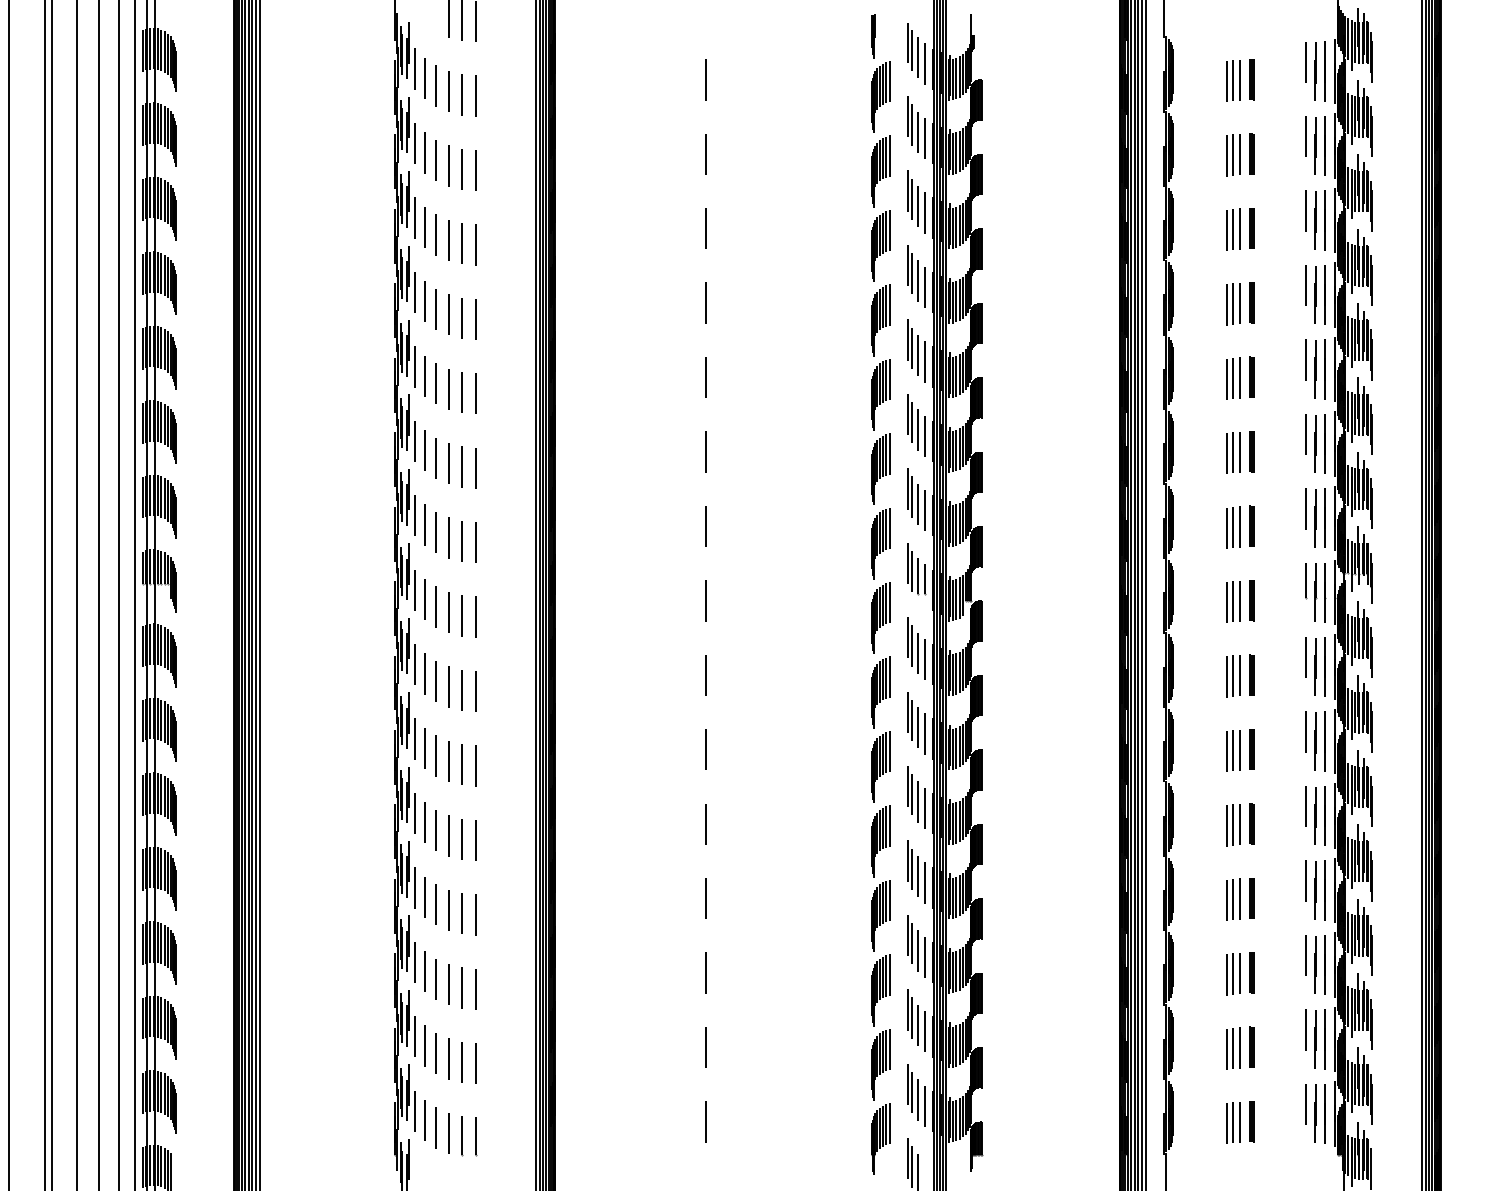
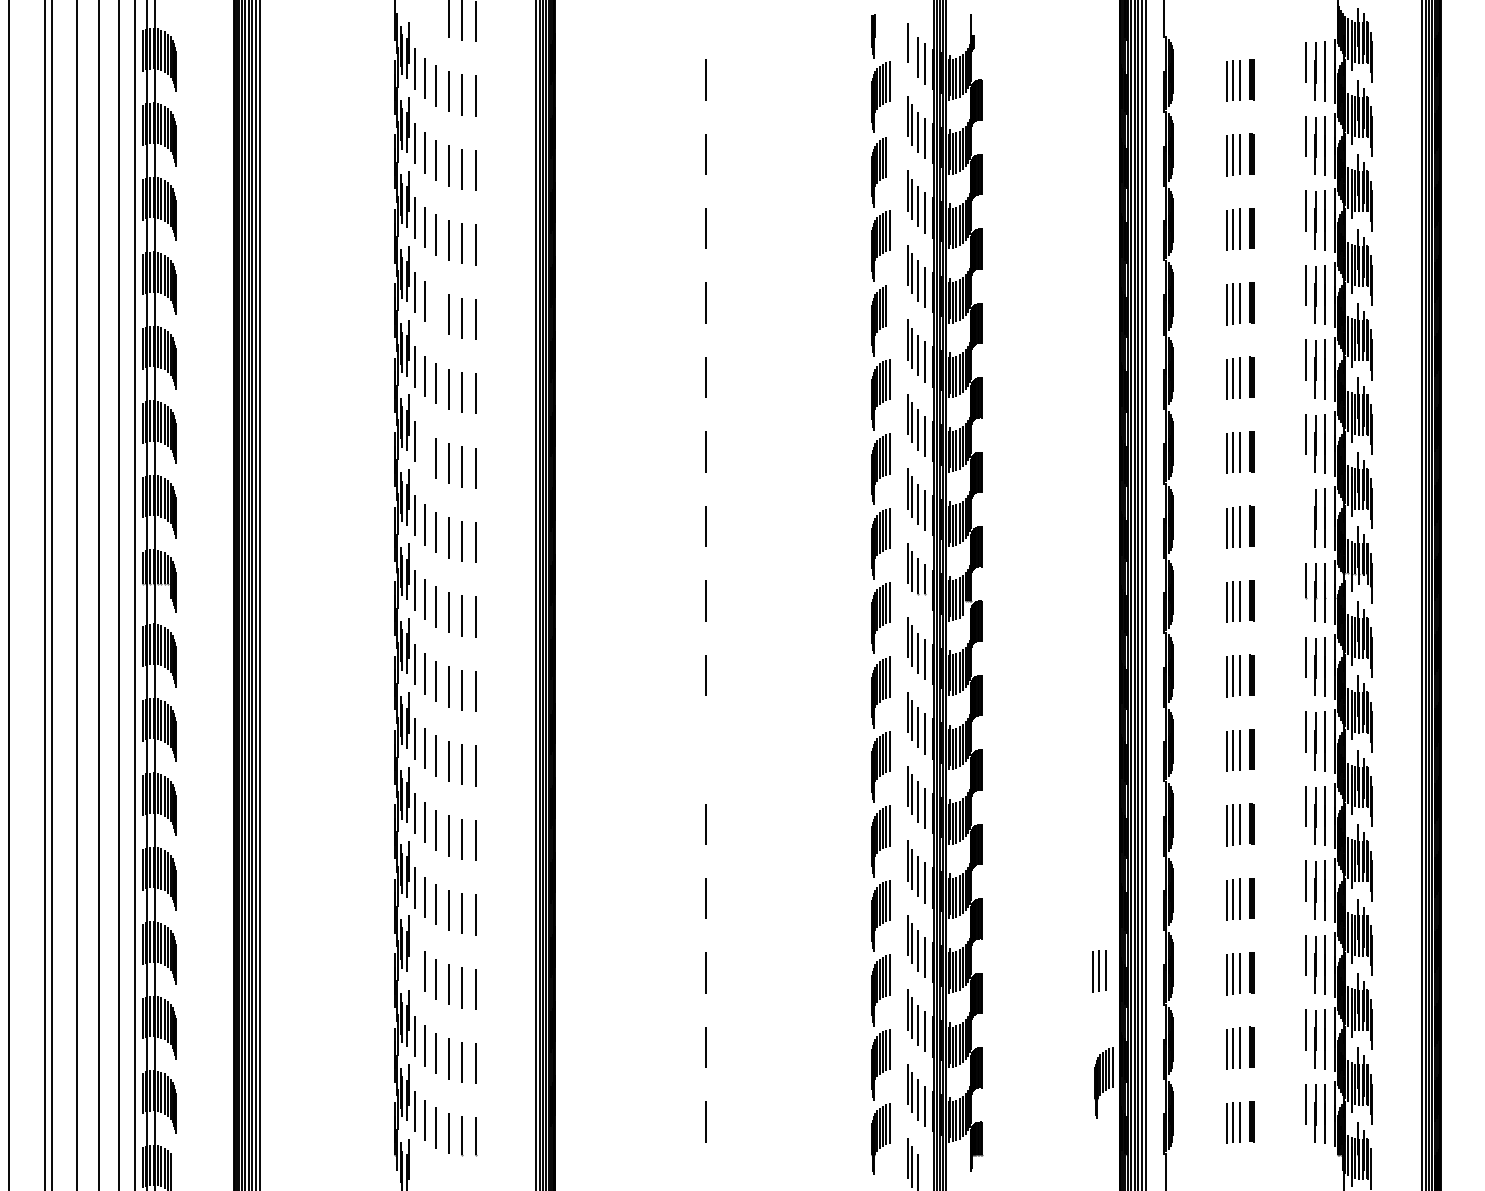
line at (912, 50): present -> none
line at (889, 155): present -> none
line at (889, 304): present -> none
line at (436, 309): present -> none
line at (425, 450): present -> none
line at (1305, 508): present -> none
line at (706, 749): present -> none
line at (415, 962): present -> none
part at (1099, 971): none -> present
part at (1103, 1082): none -> present
